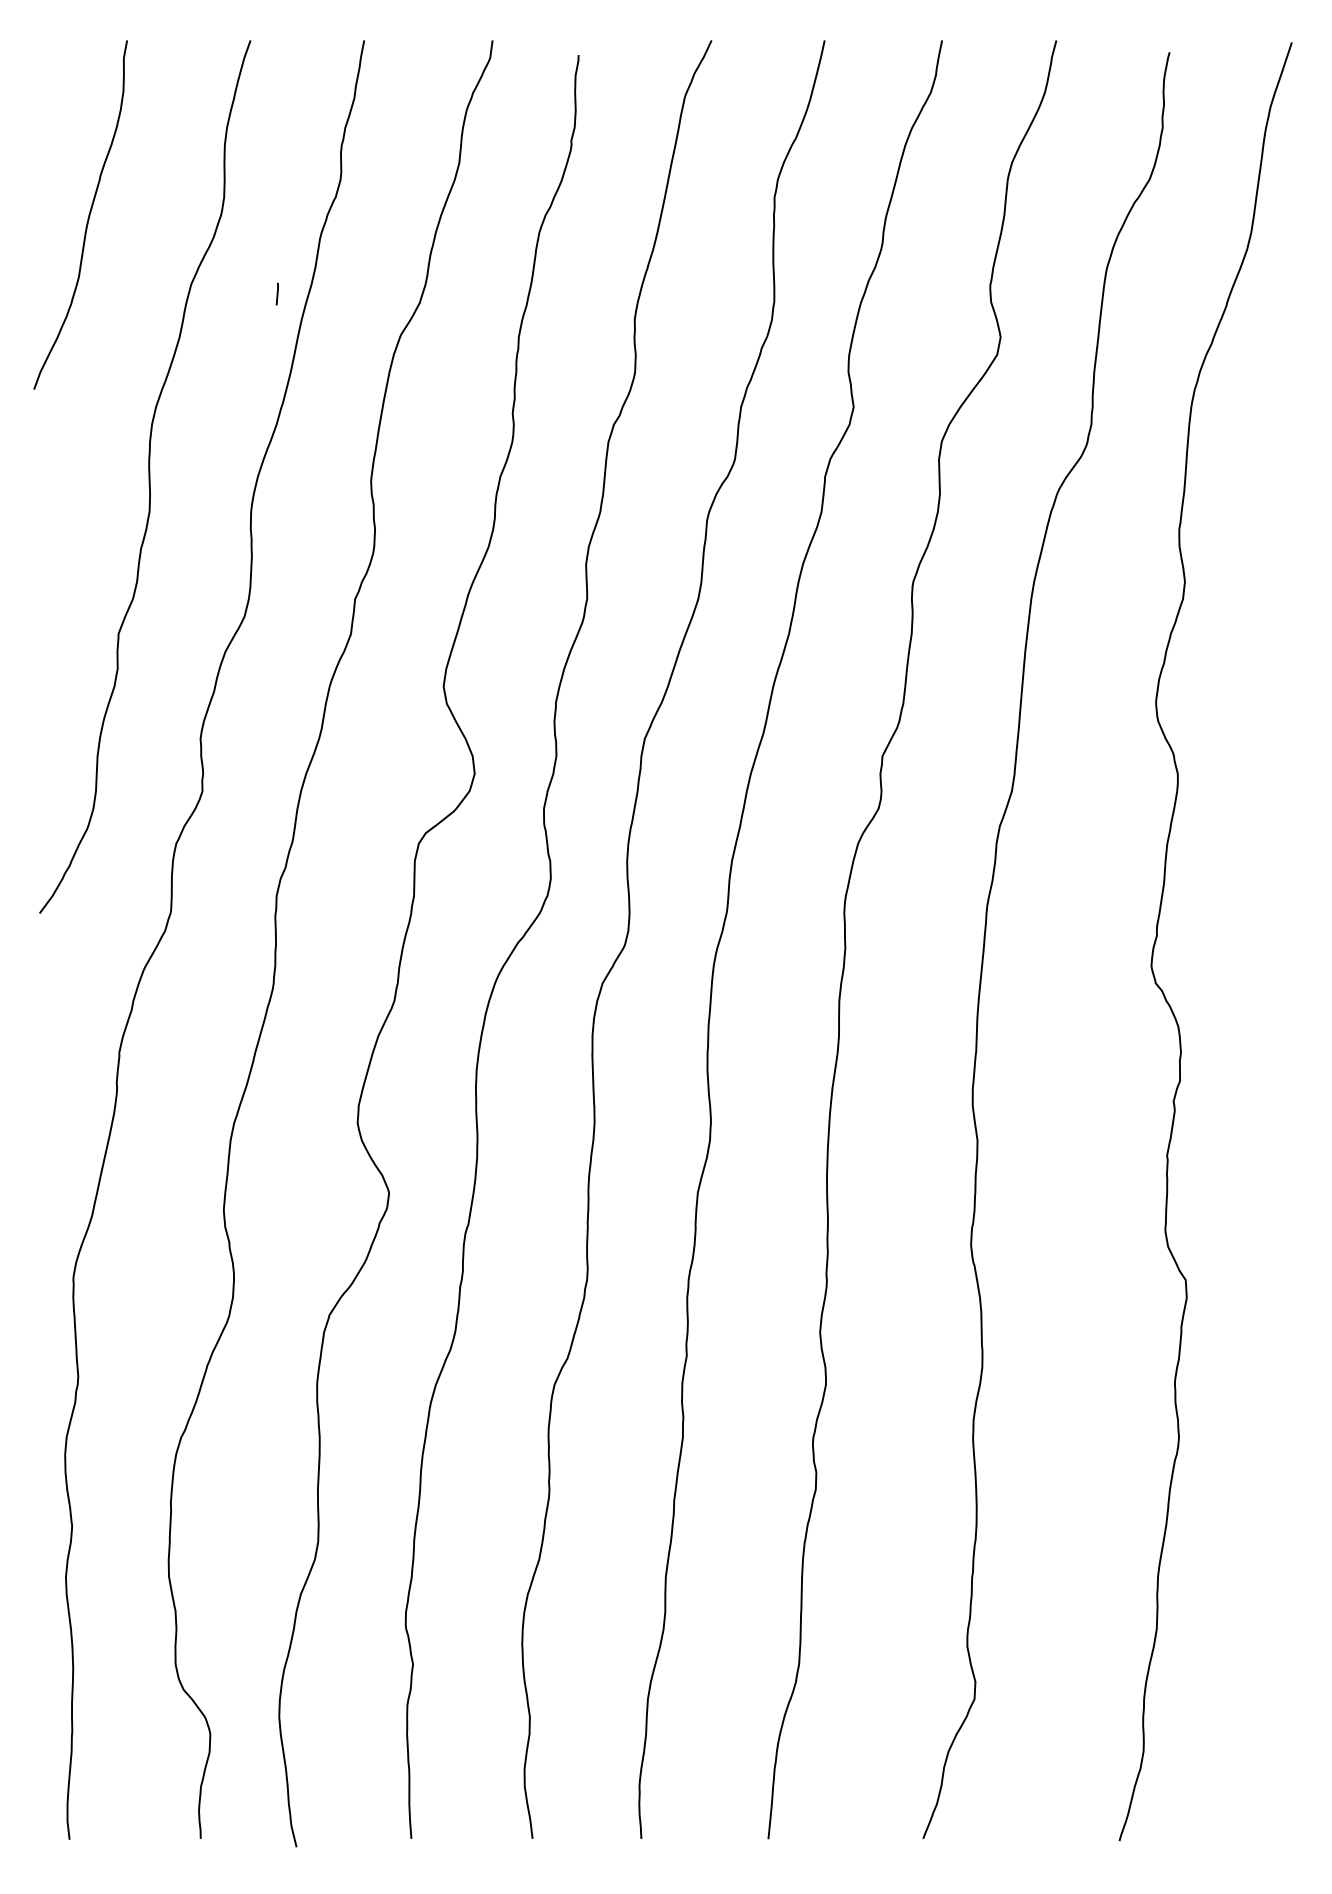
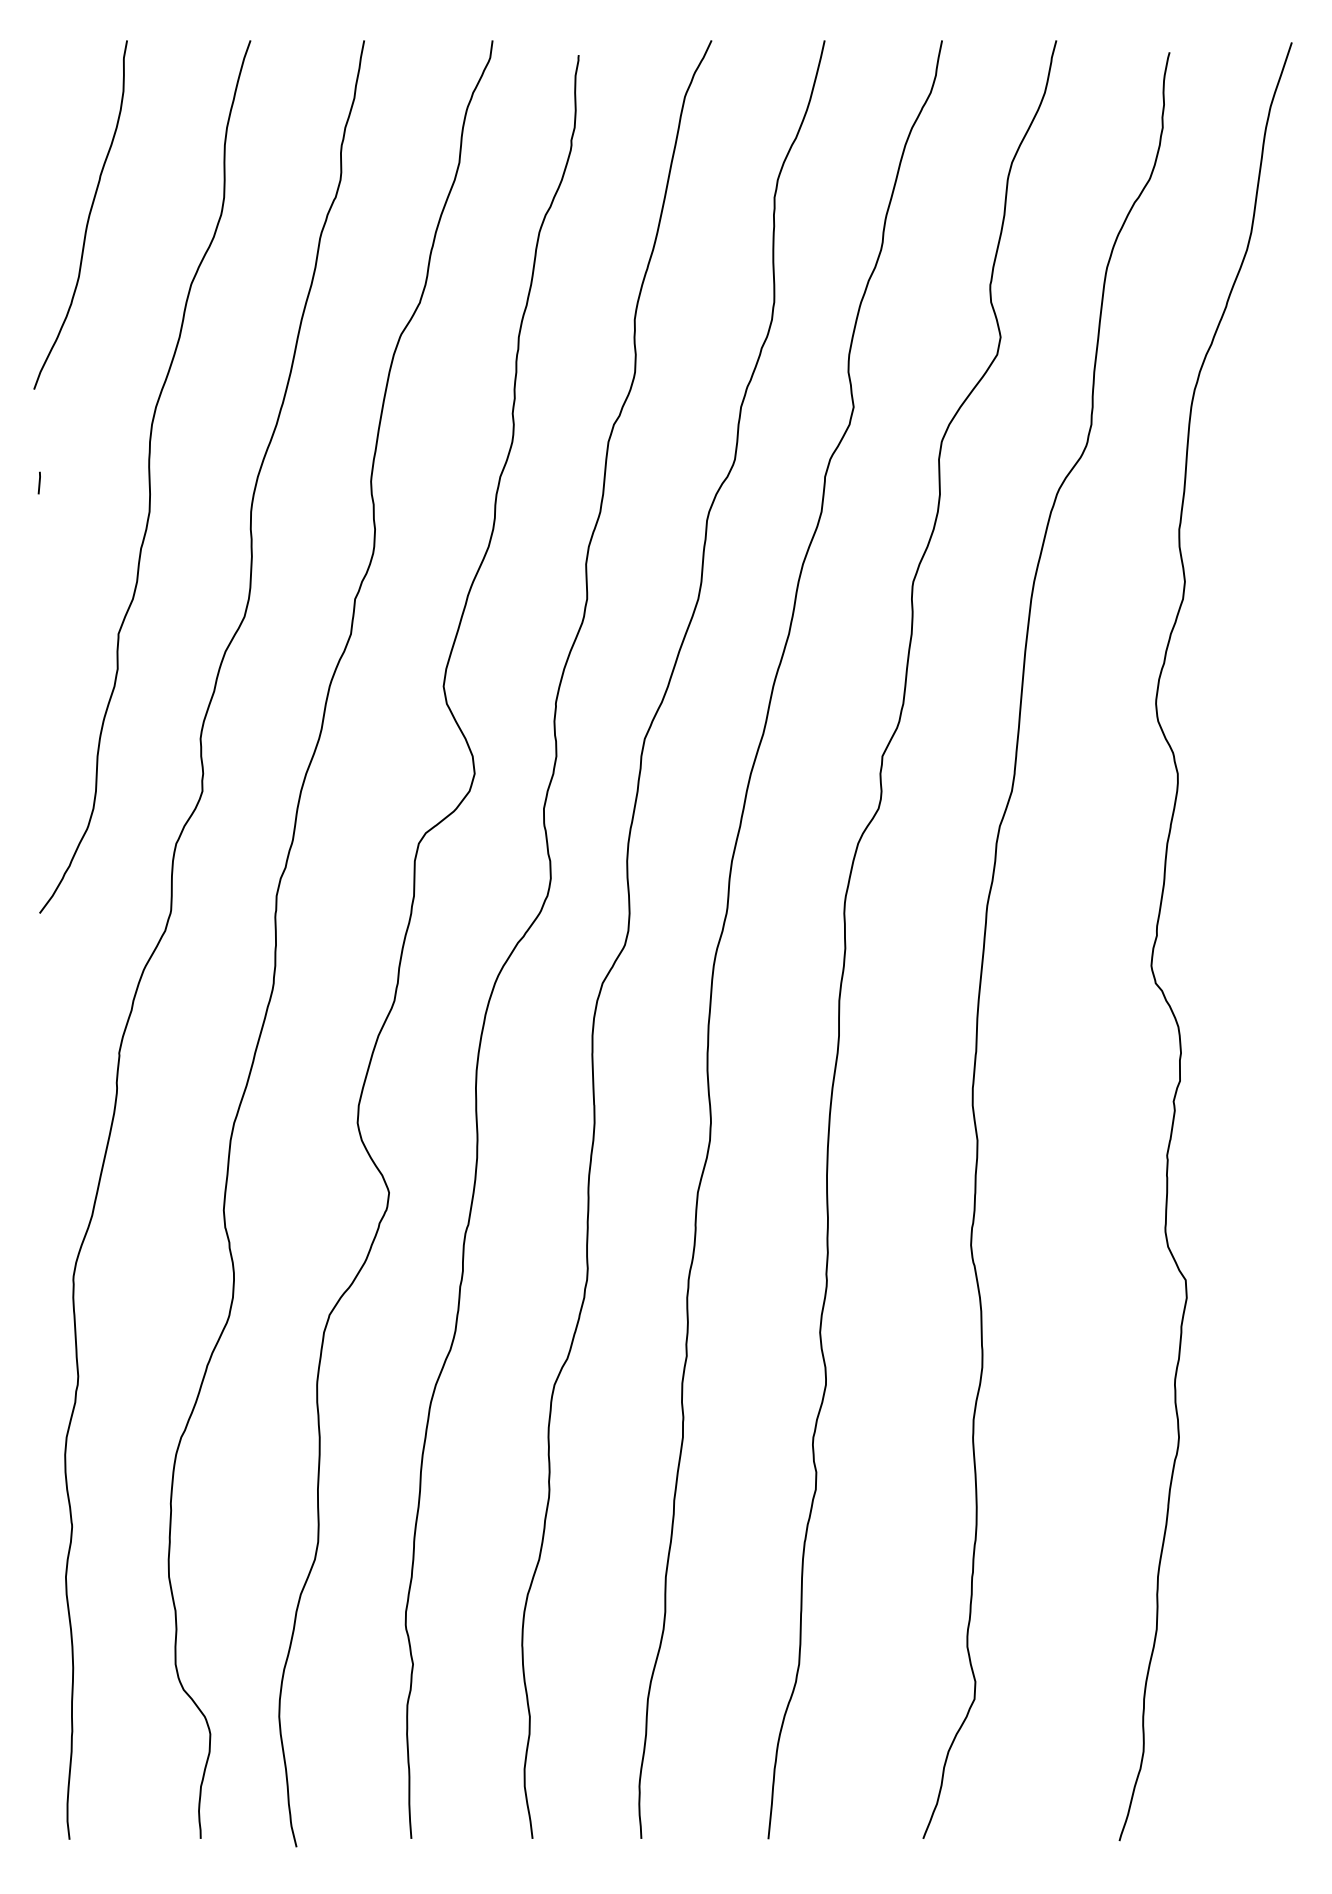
line at (276, 293) position: (276, 293) -> (38, 482)
